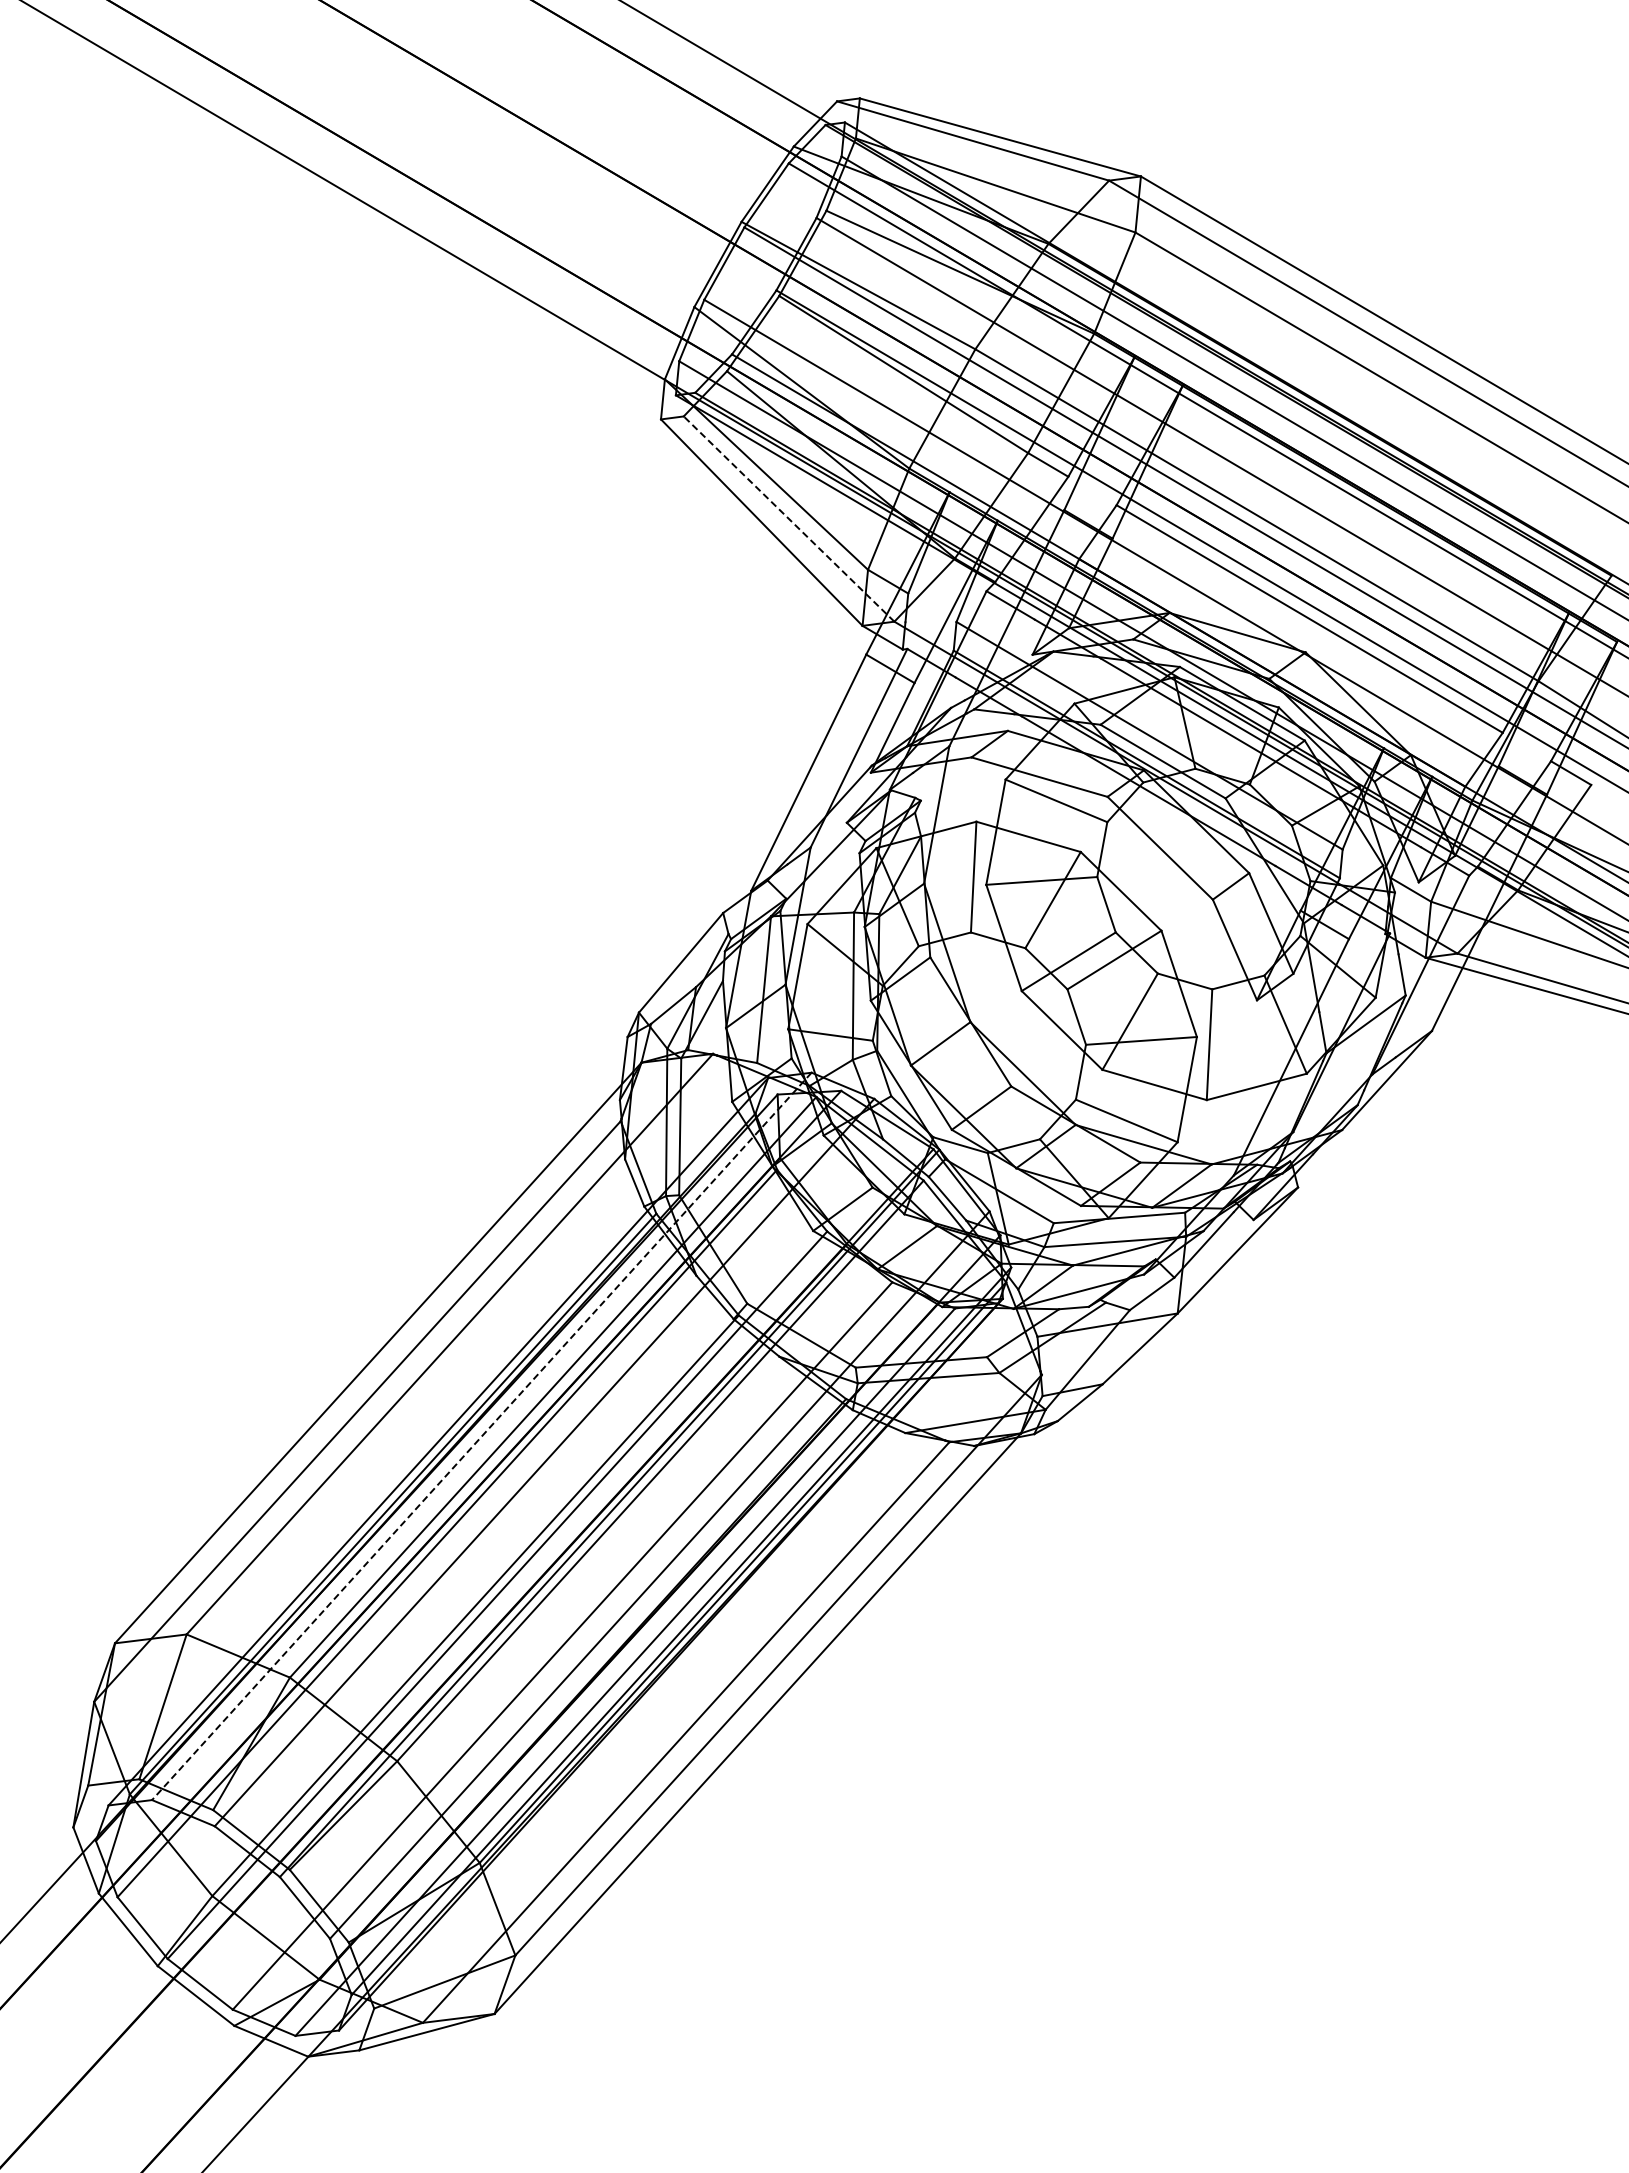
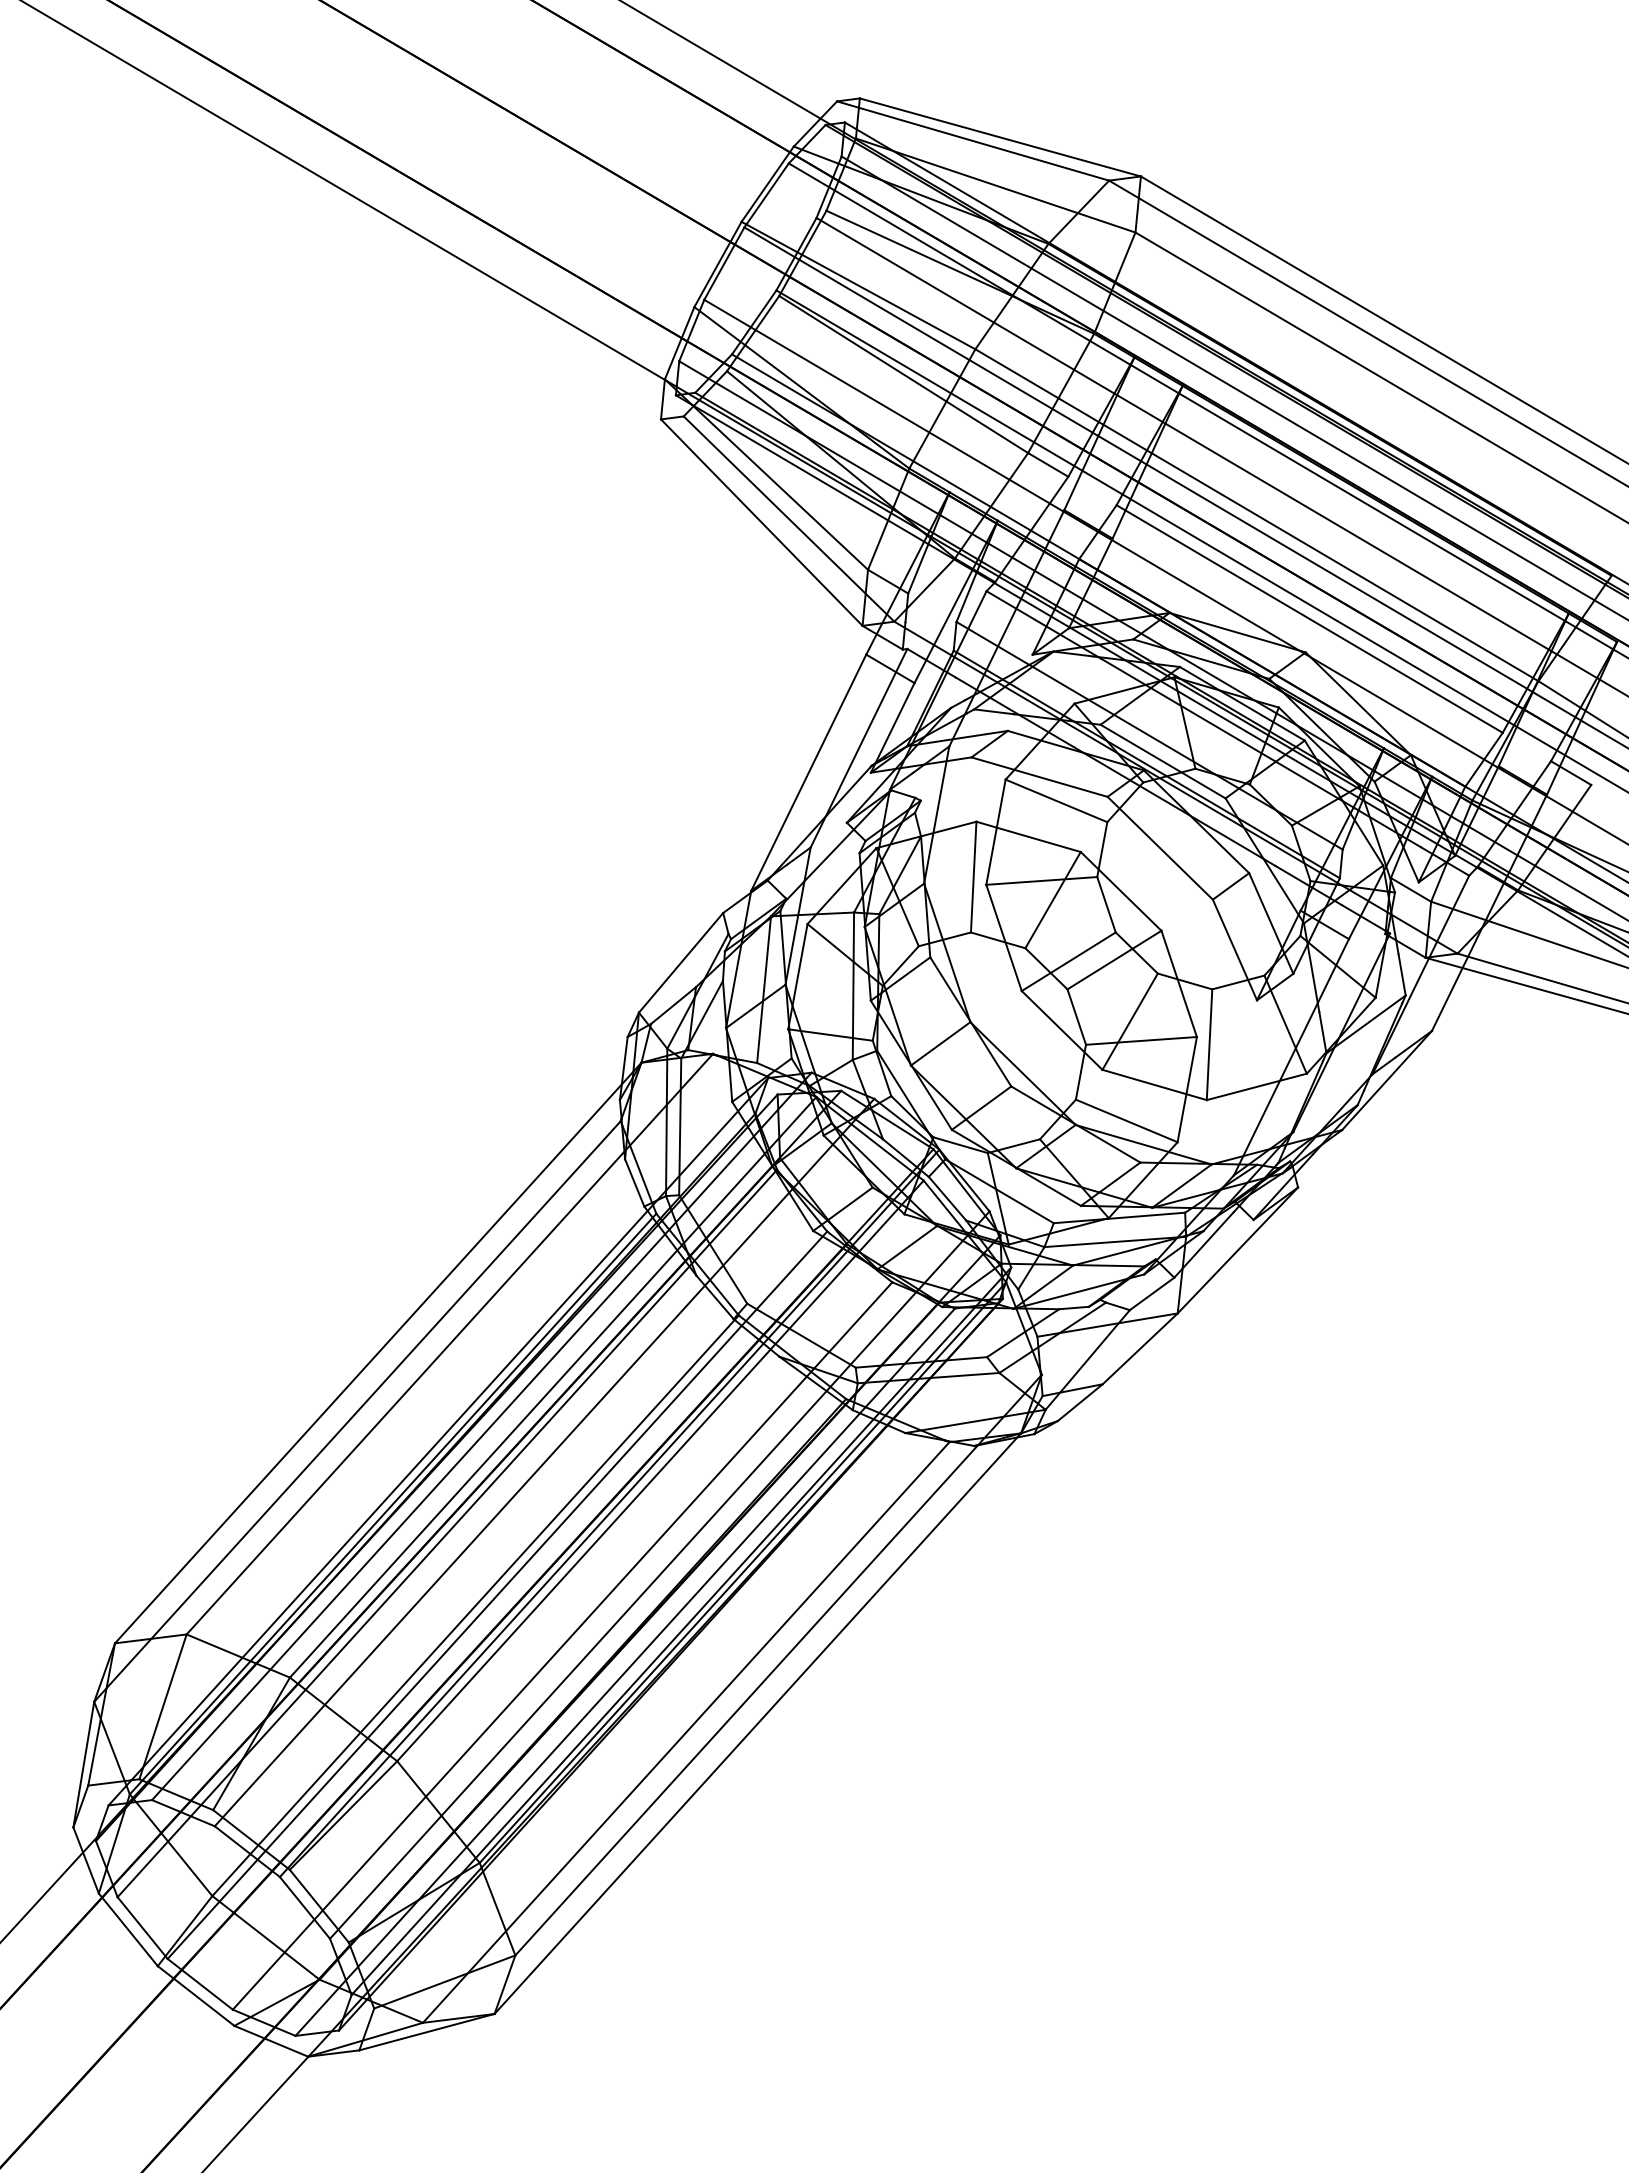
line at (788, 518): dashed -> solid
line at (481, 1436): dashed -> solid
